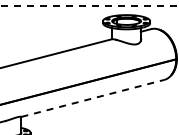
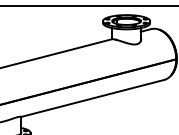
line at (89, 5): dashed -> solid
line at (92, 98): dashed -> solid
